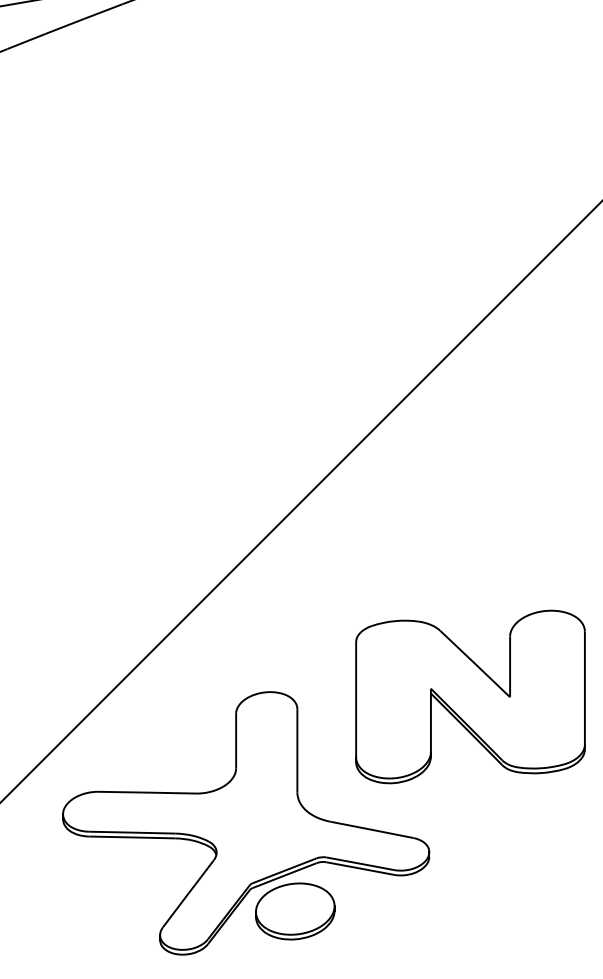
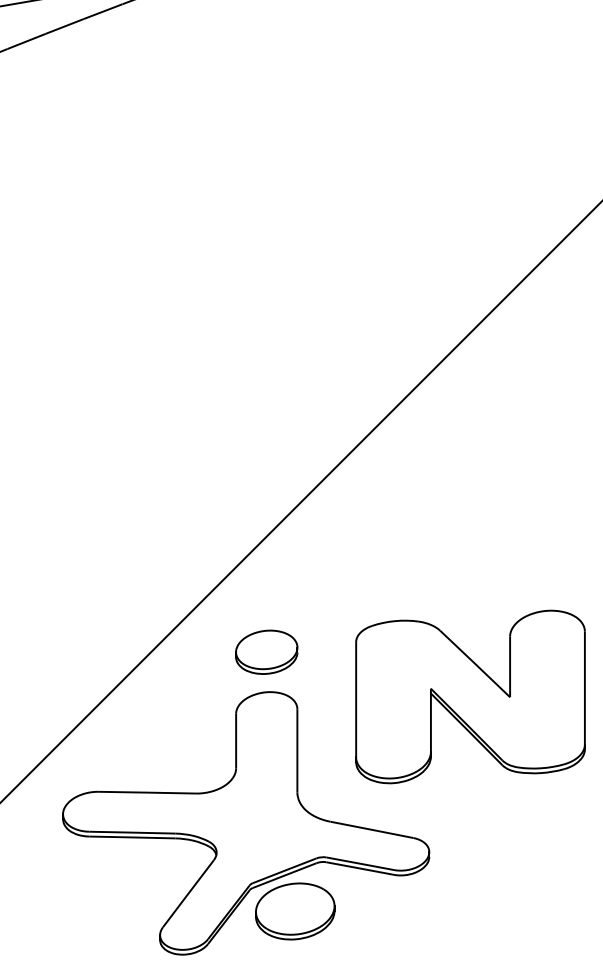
part at (266, 651): none -> present
